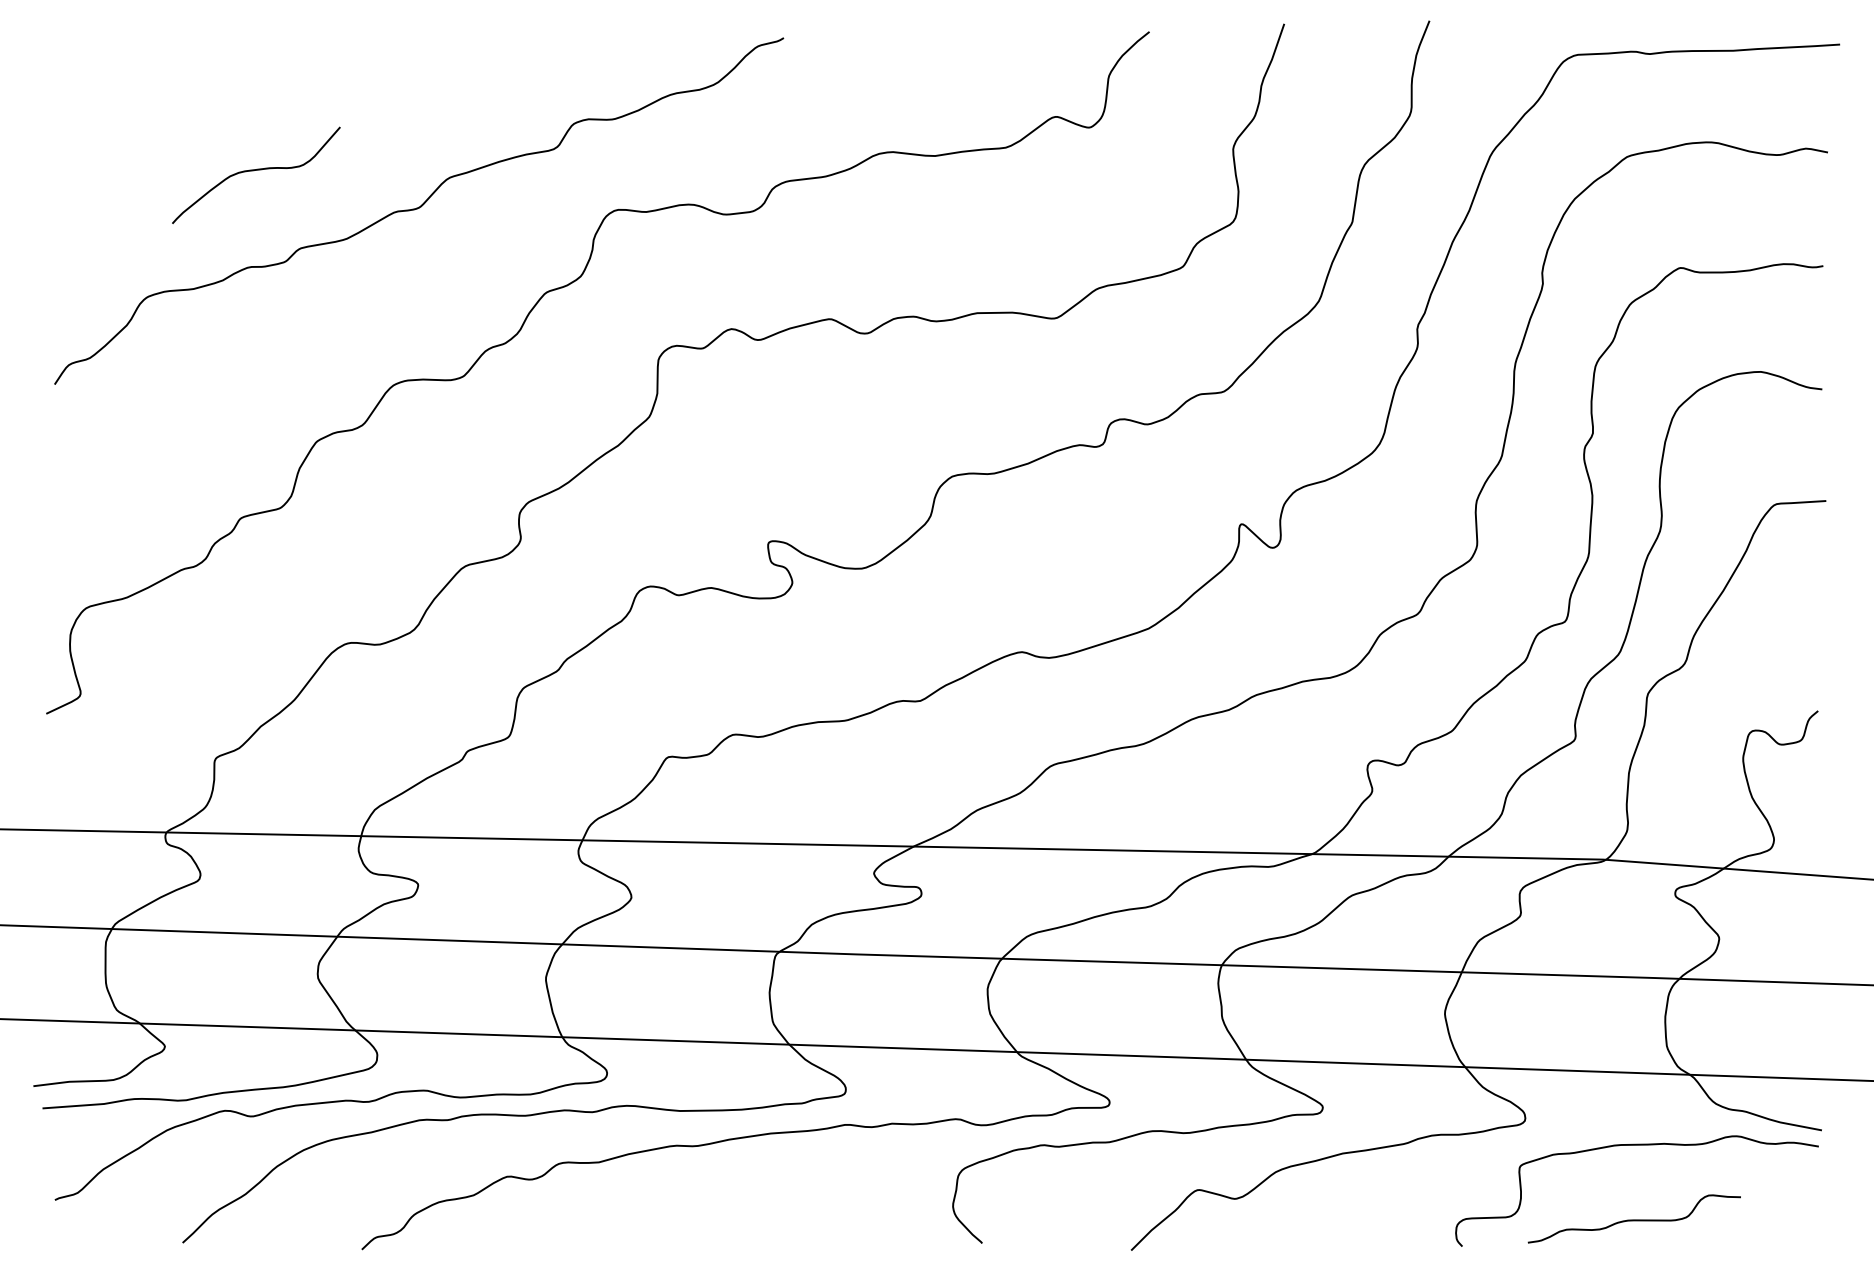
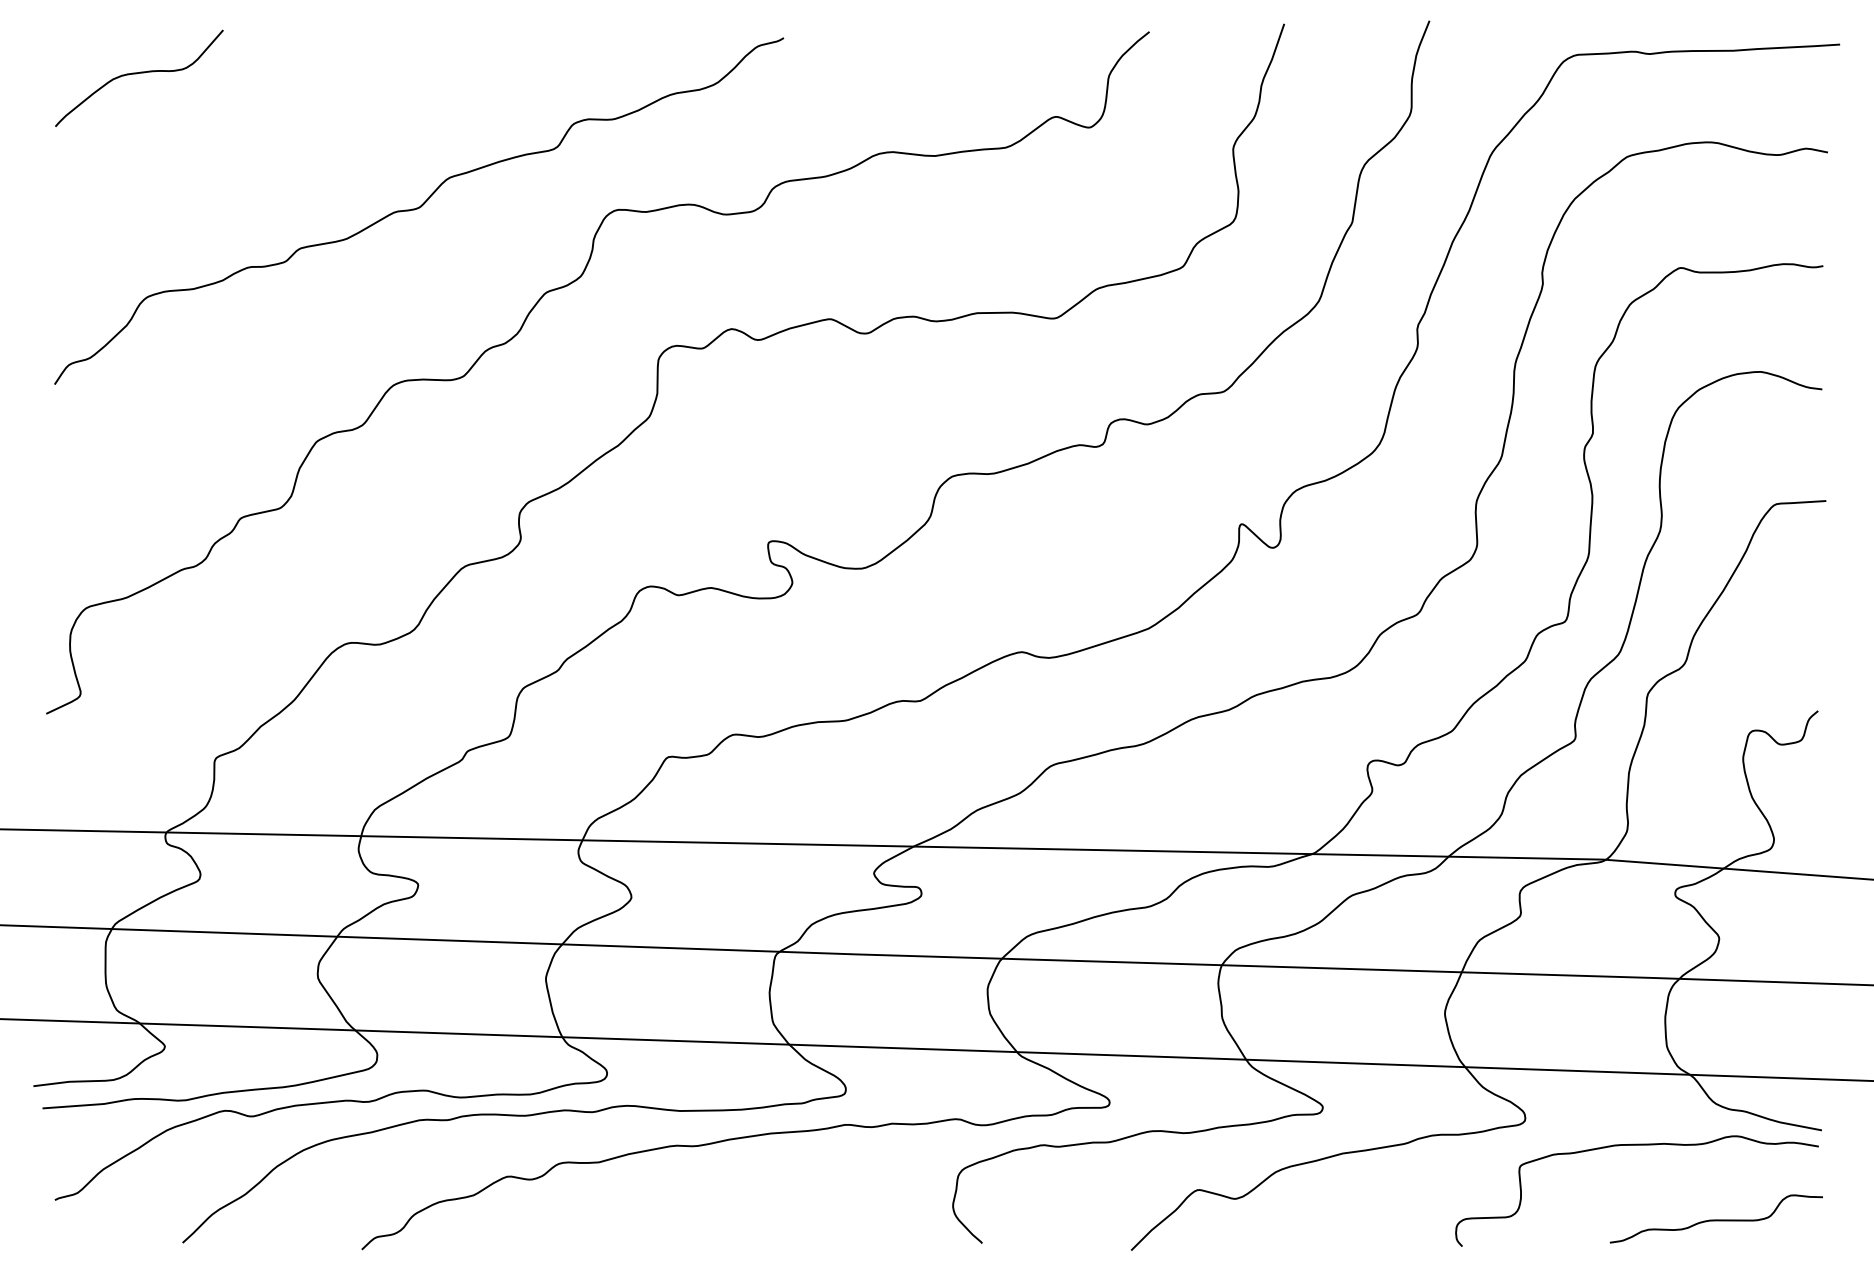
curve at (256, 170) position: (256, 170) -> (139, 73)
curve at (1633, 1219) position: (1633, 1219) -> (1715, 1219)
